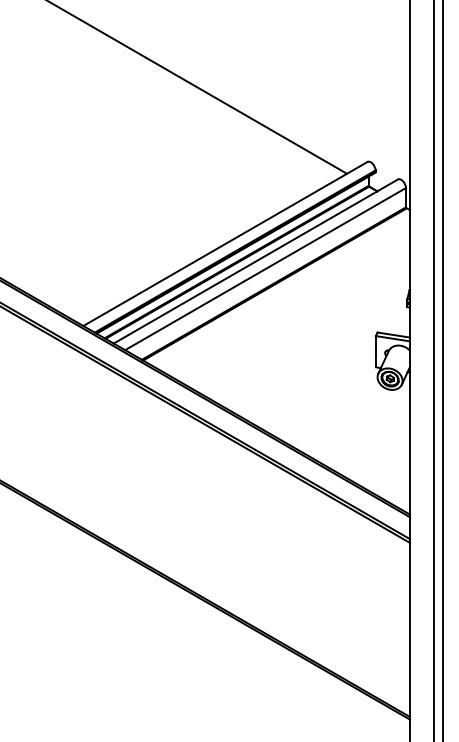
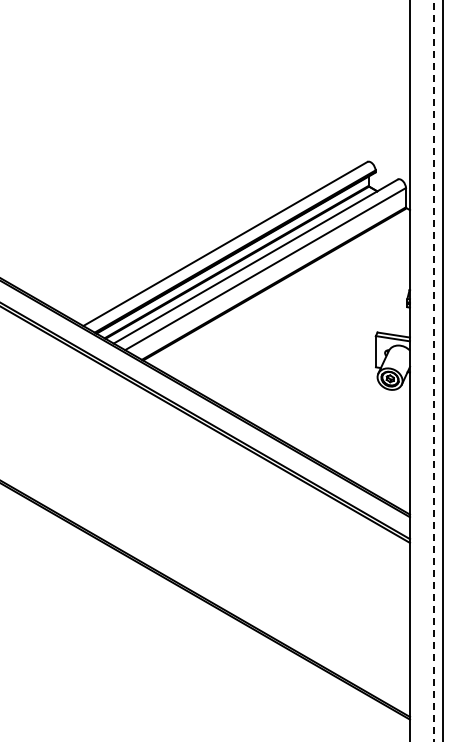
line at (198, 87): present -> none
line at (433, 371): solid -> dashed
